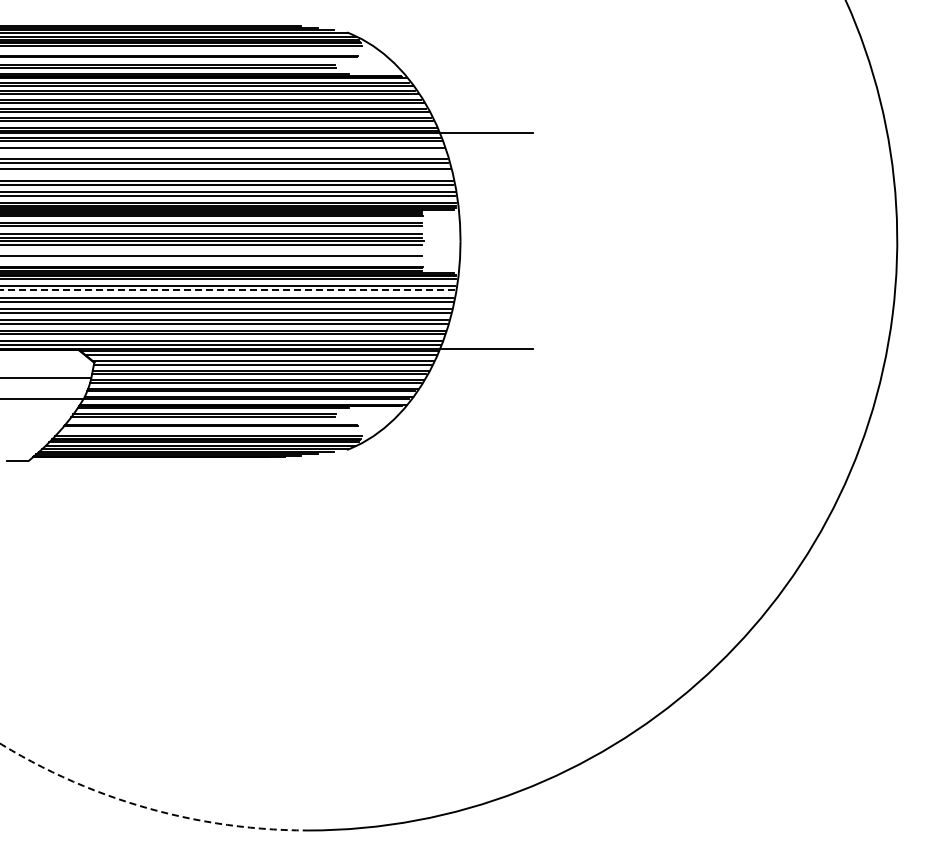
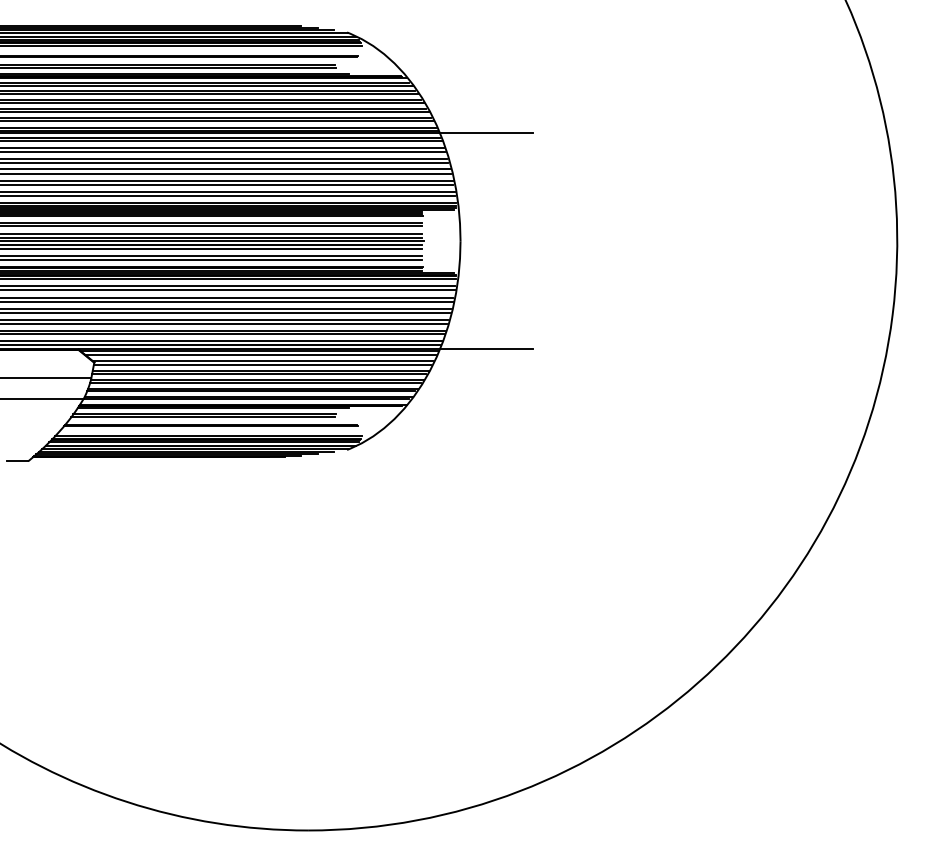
line at (223, 151): none -> present
line at (226, 173): none -> present
line at (211, 248): none -> present
line at (211, 259): none -> present
line at (227, 290): dashed -> solid
arc at (148, 808): dashed -> solid
